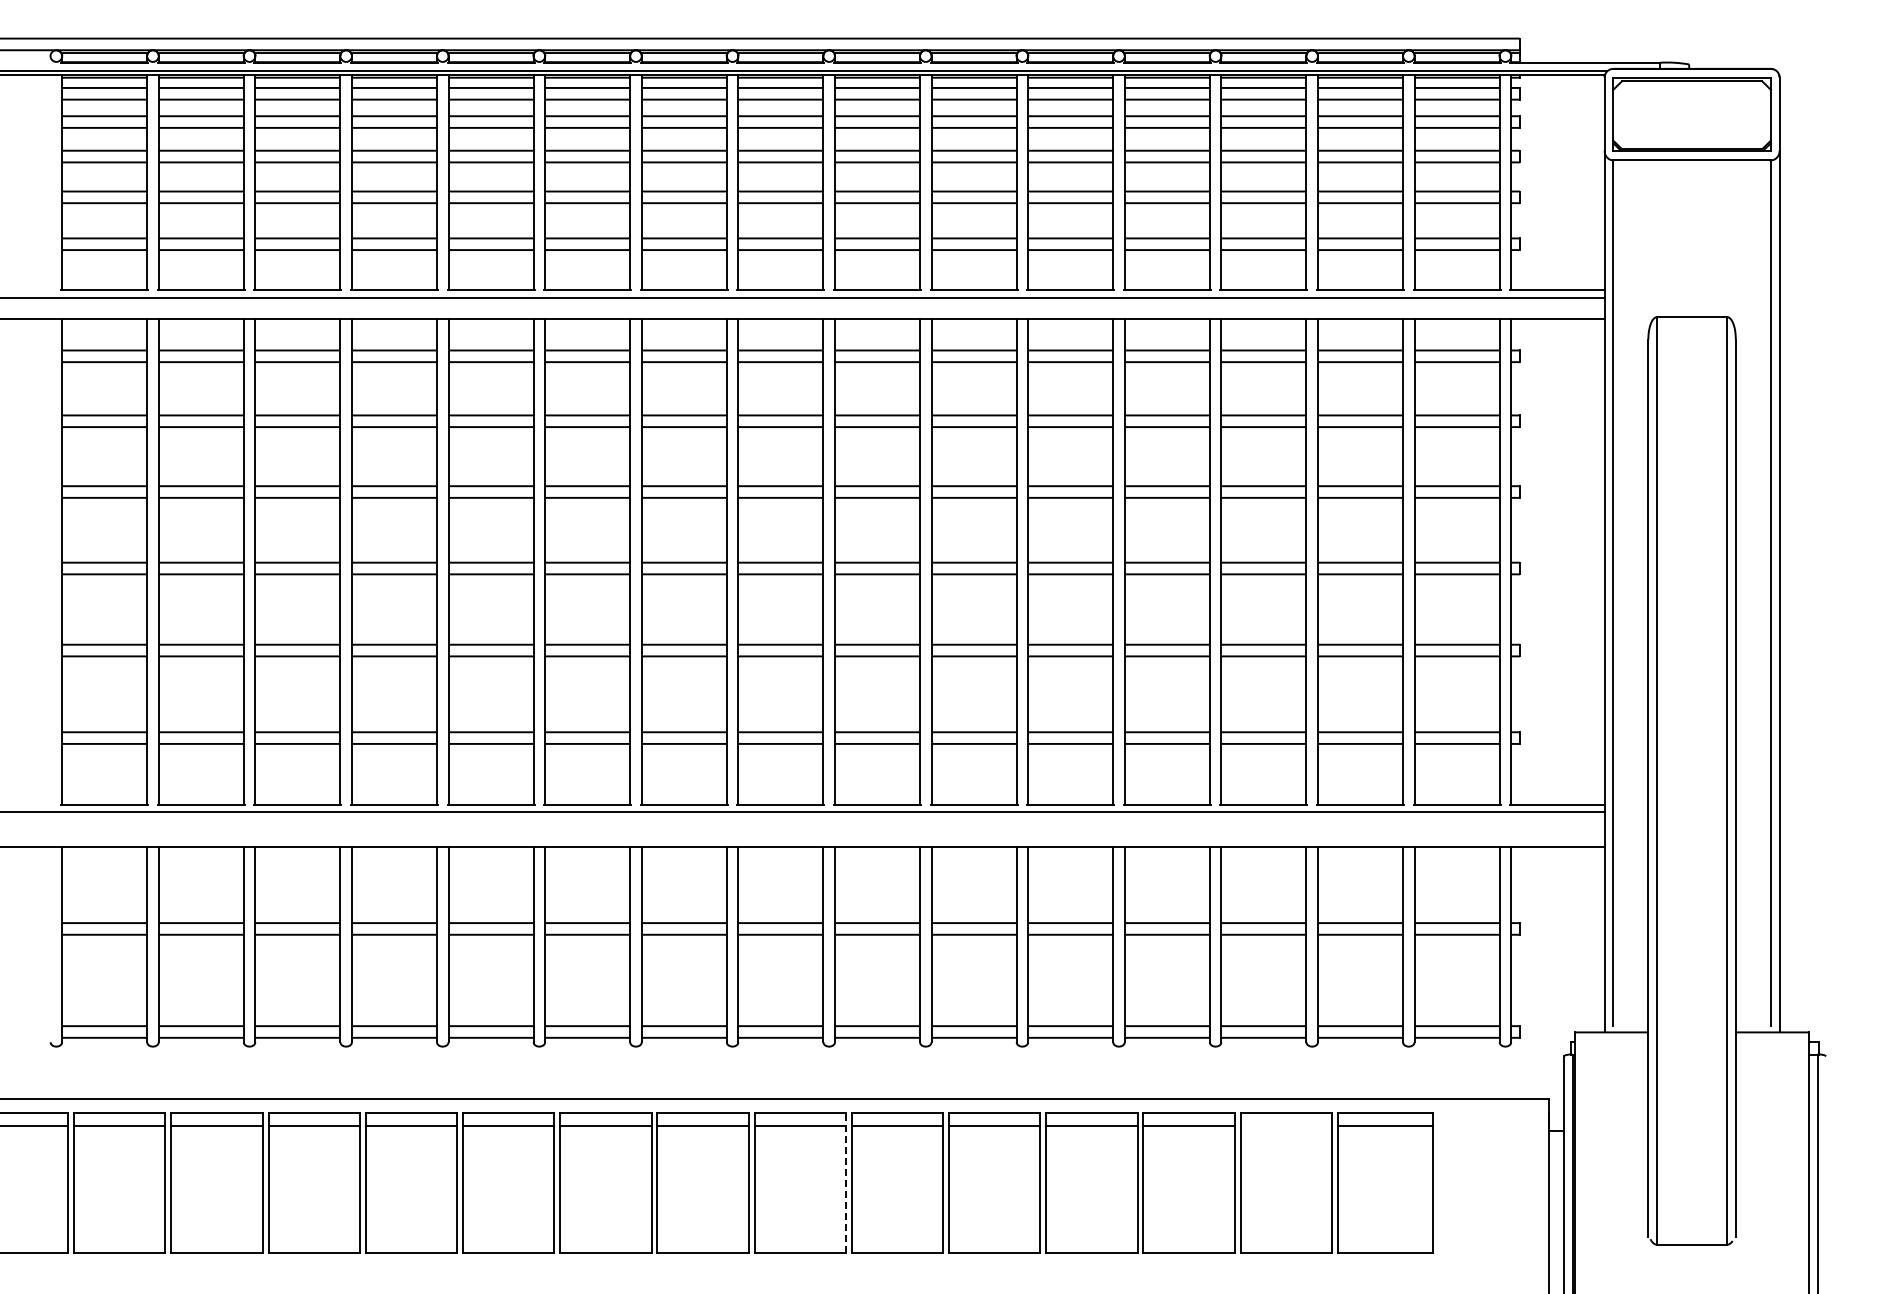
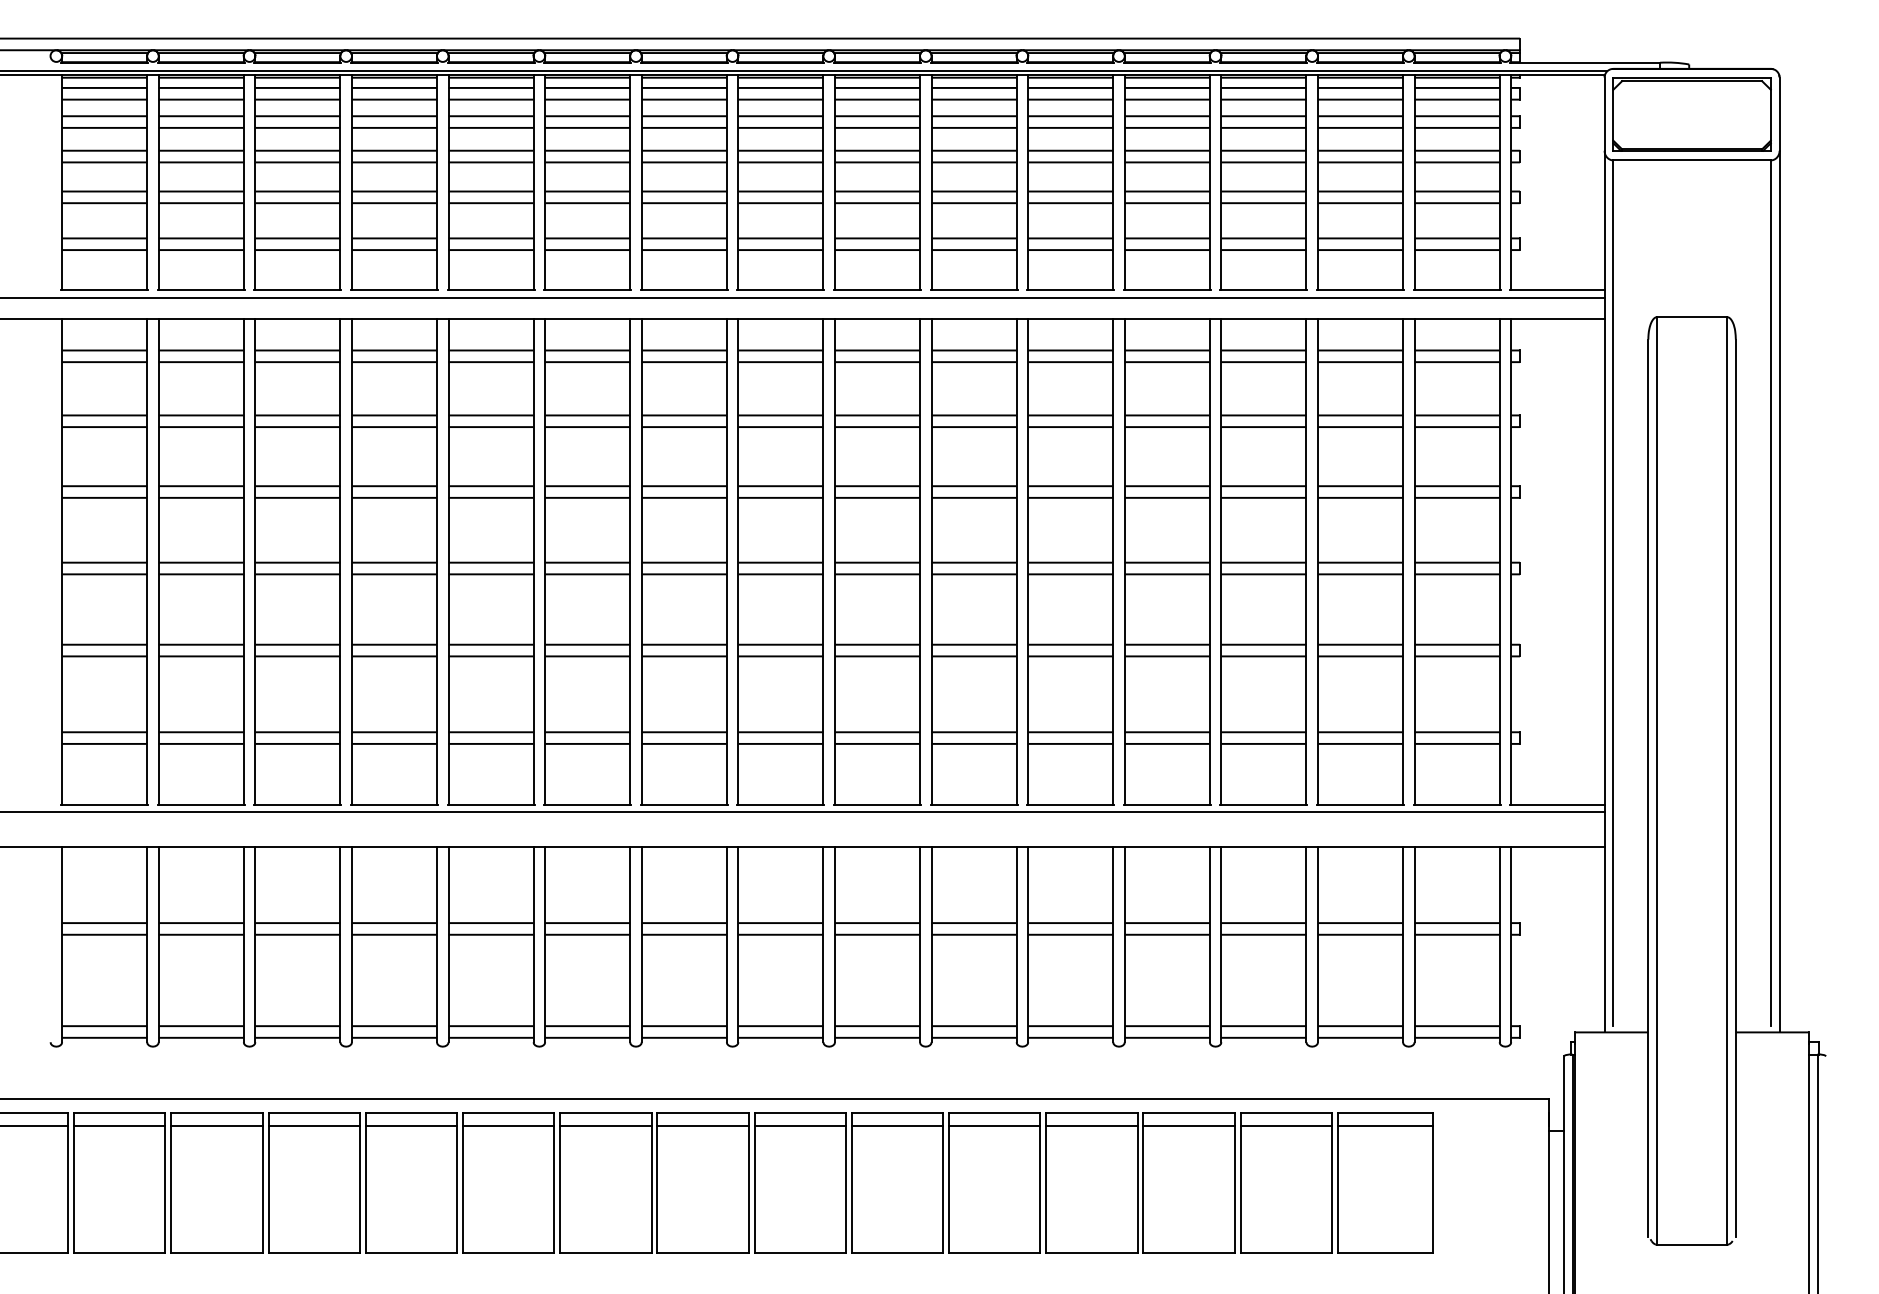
line at (1286, 1125): none -> present
line at (846, 1182): dashed -> solid
